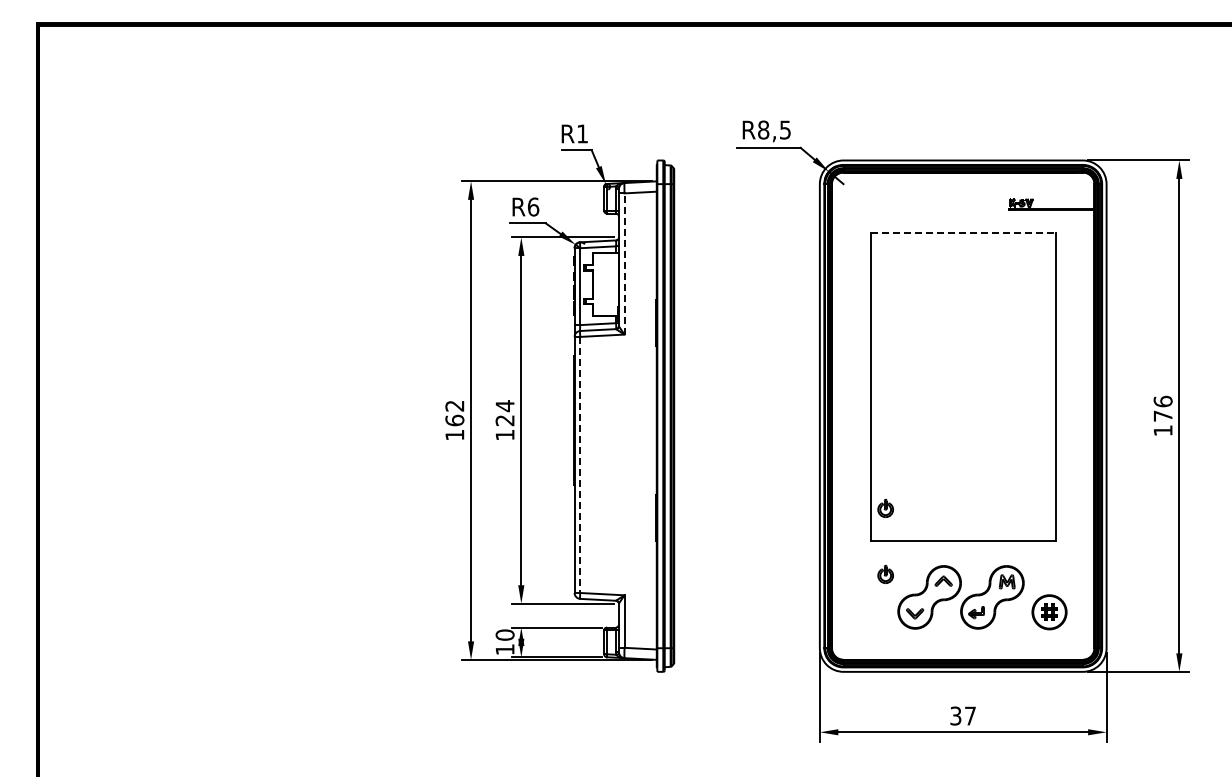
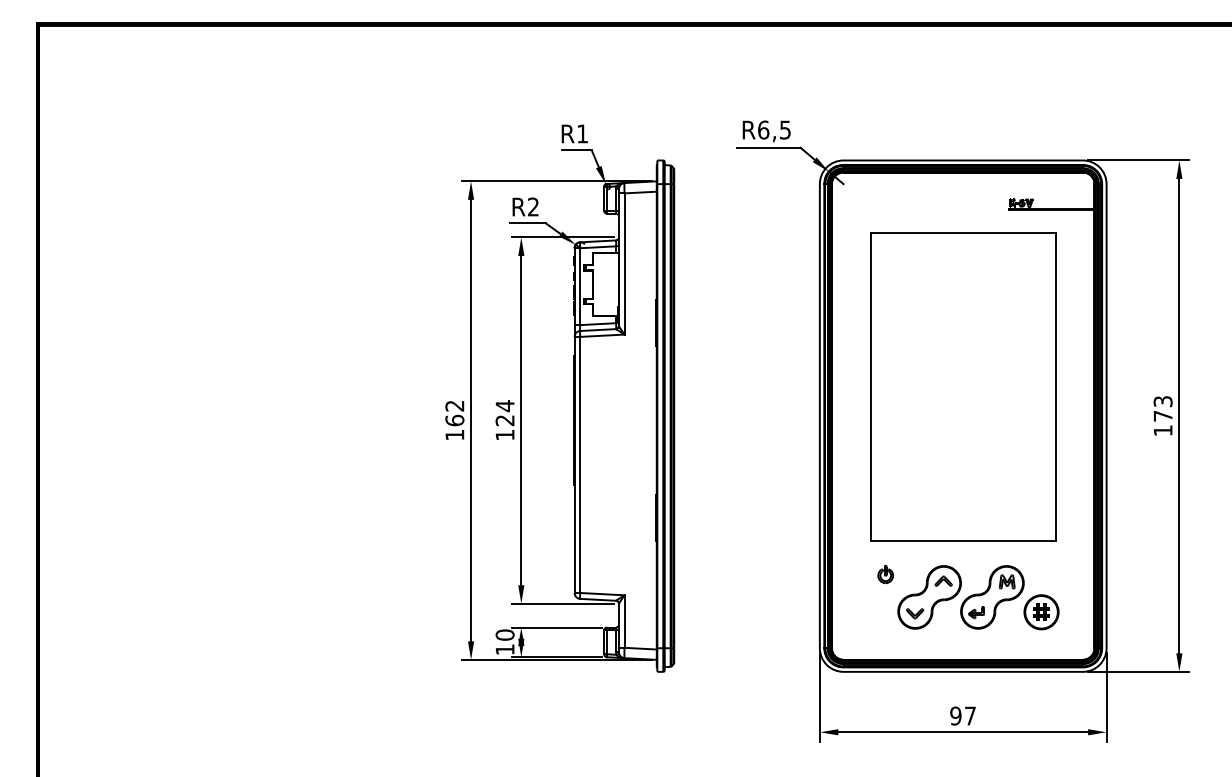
text at (763, 129): R8,5 -> R6,5
text at (533, 206): R6 -> R2
line at (963, 232): dashed -> solid
line at (624, 263): dashed -> solid
text at (1162, 401): 176 -> 173
line at (580, 465): dashed -> solid
part at (885, 507): present -> none
part at (1049, 612) position: (1049, 612) -> (1041, 612)
text at (955, 715): 37 -> 97
